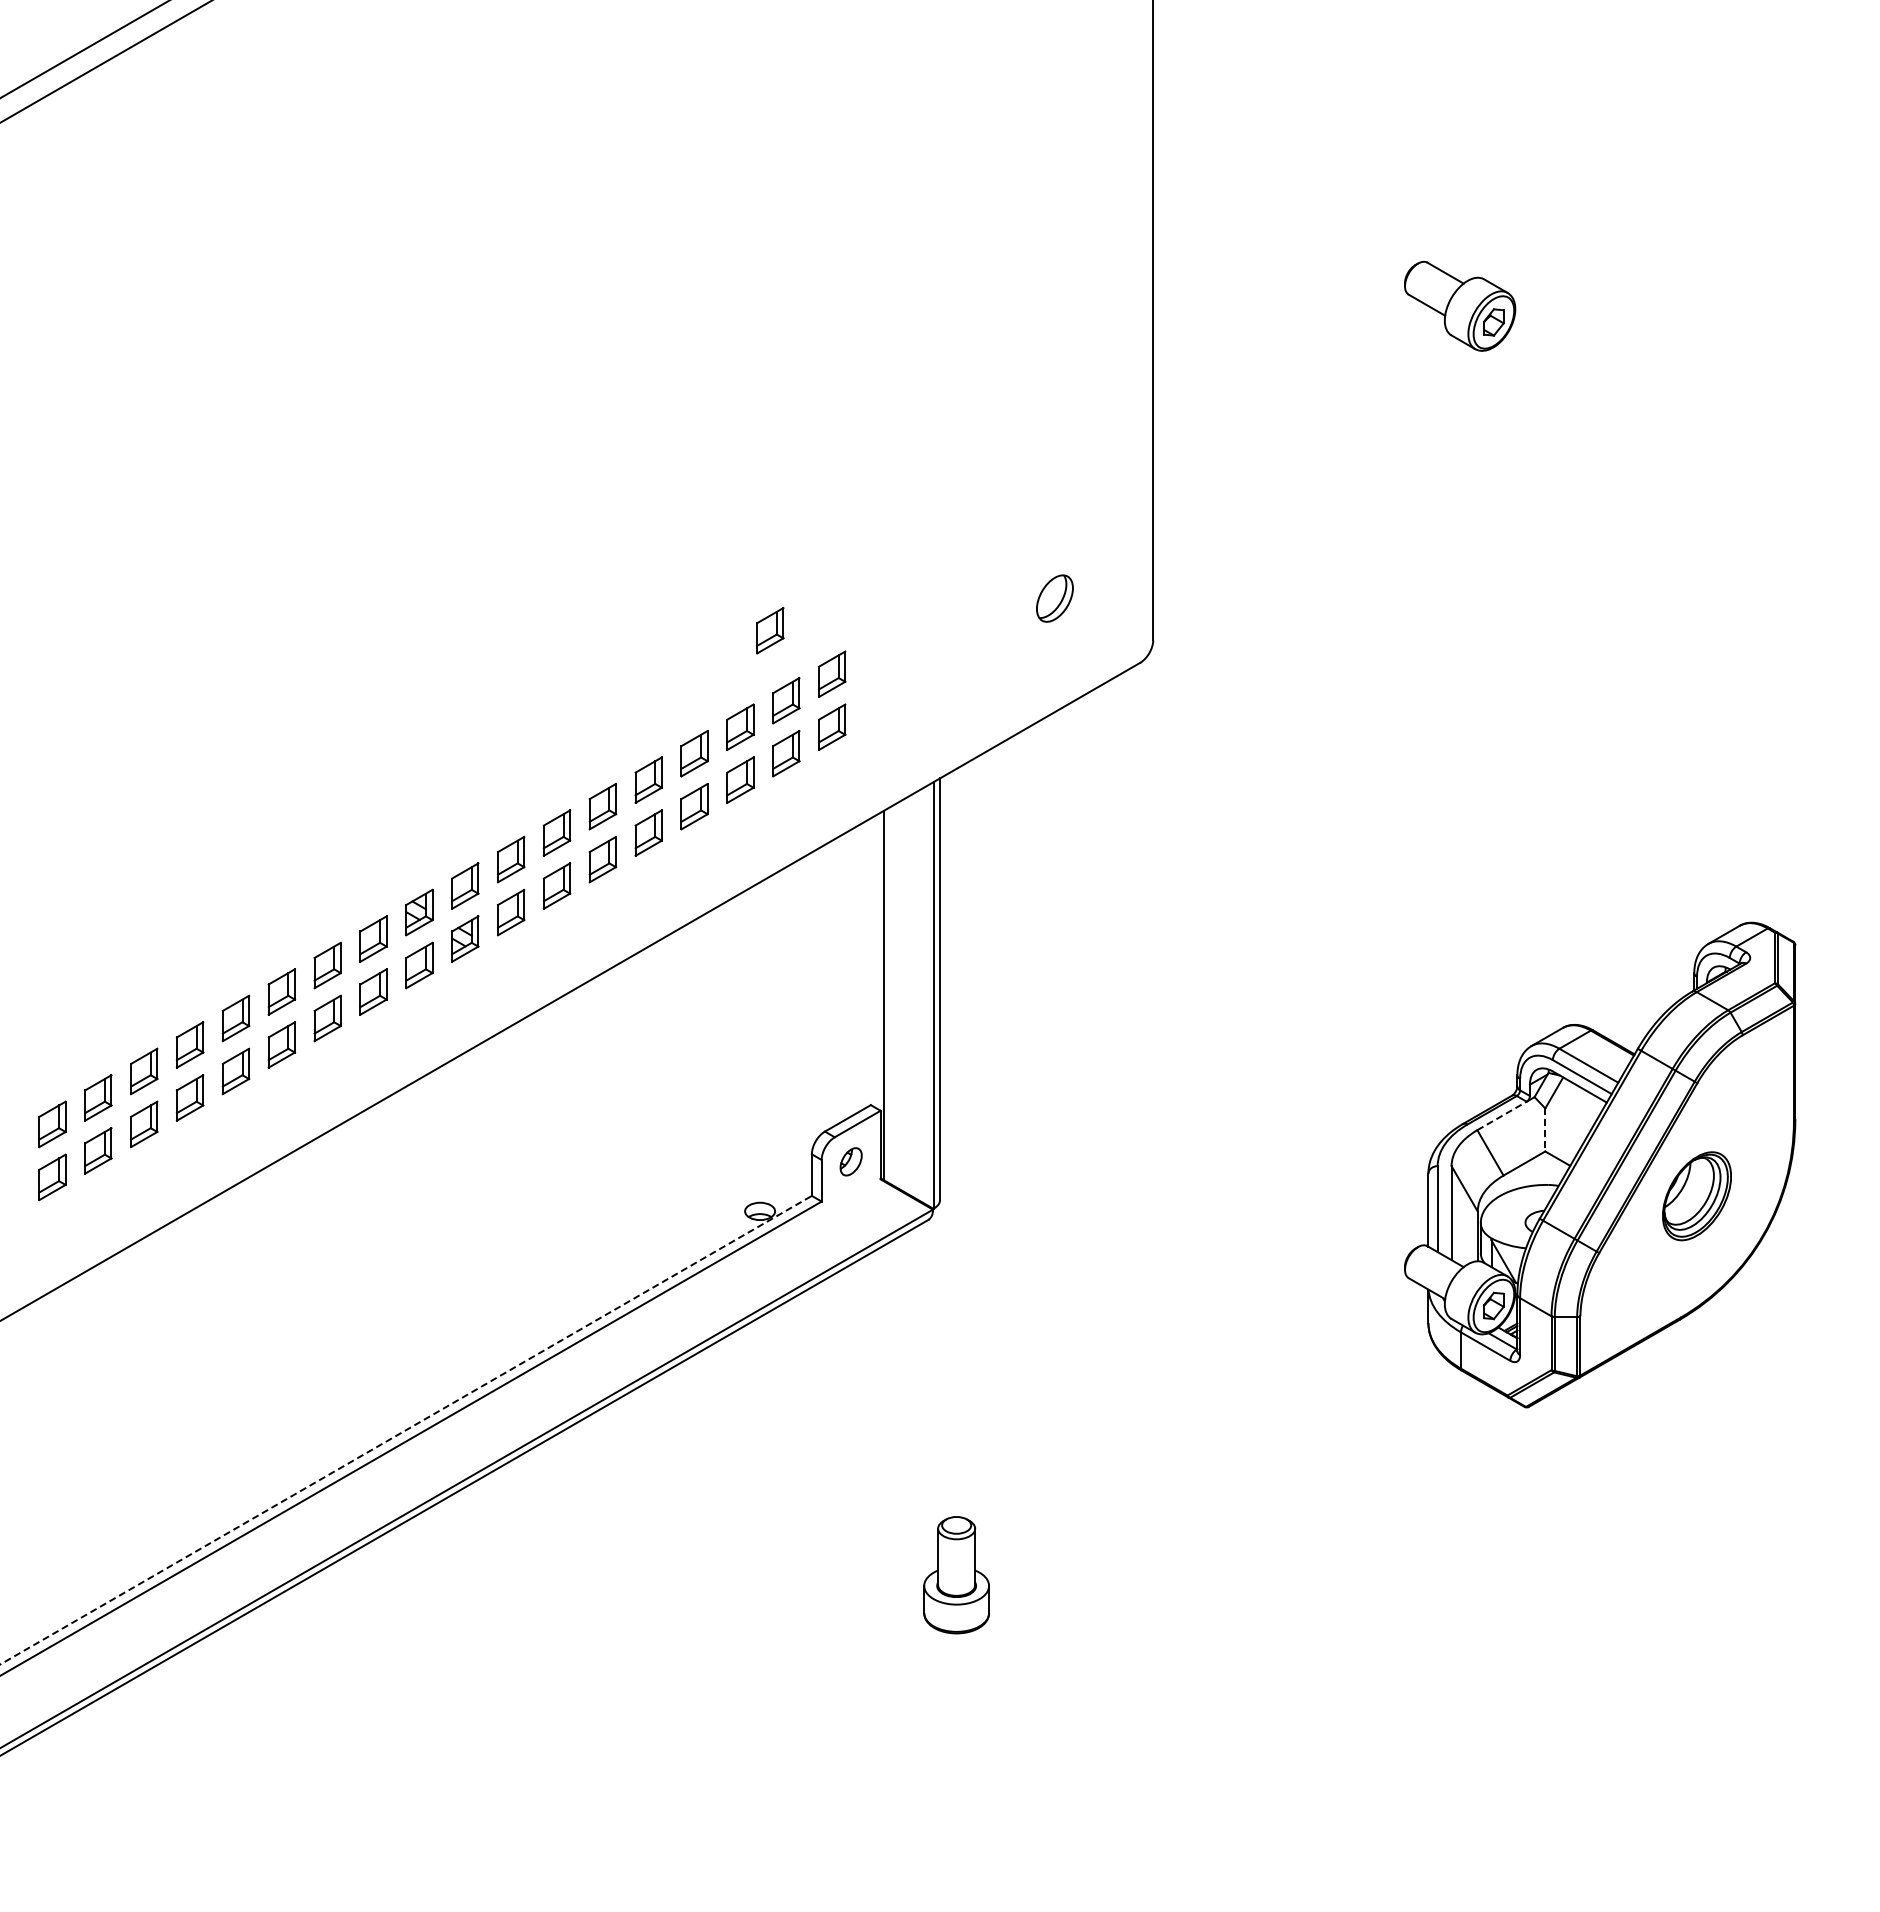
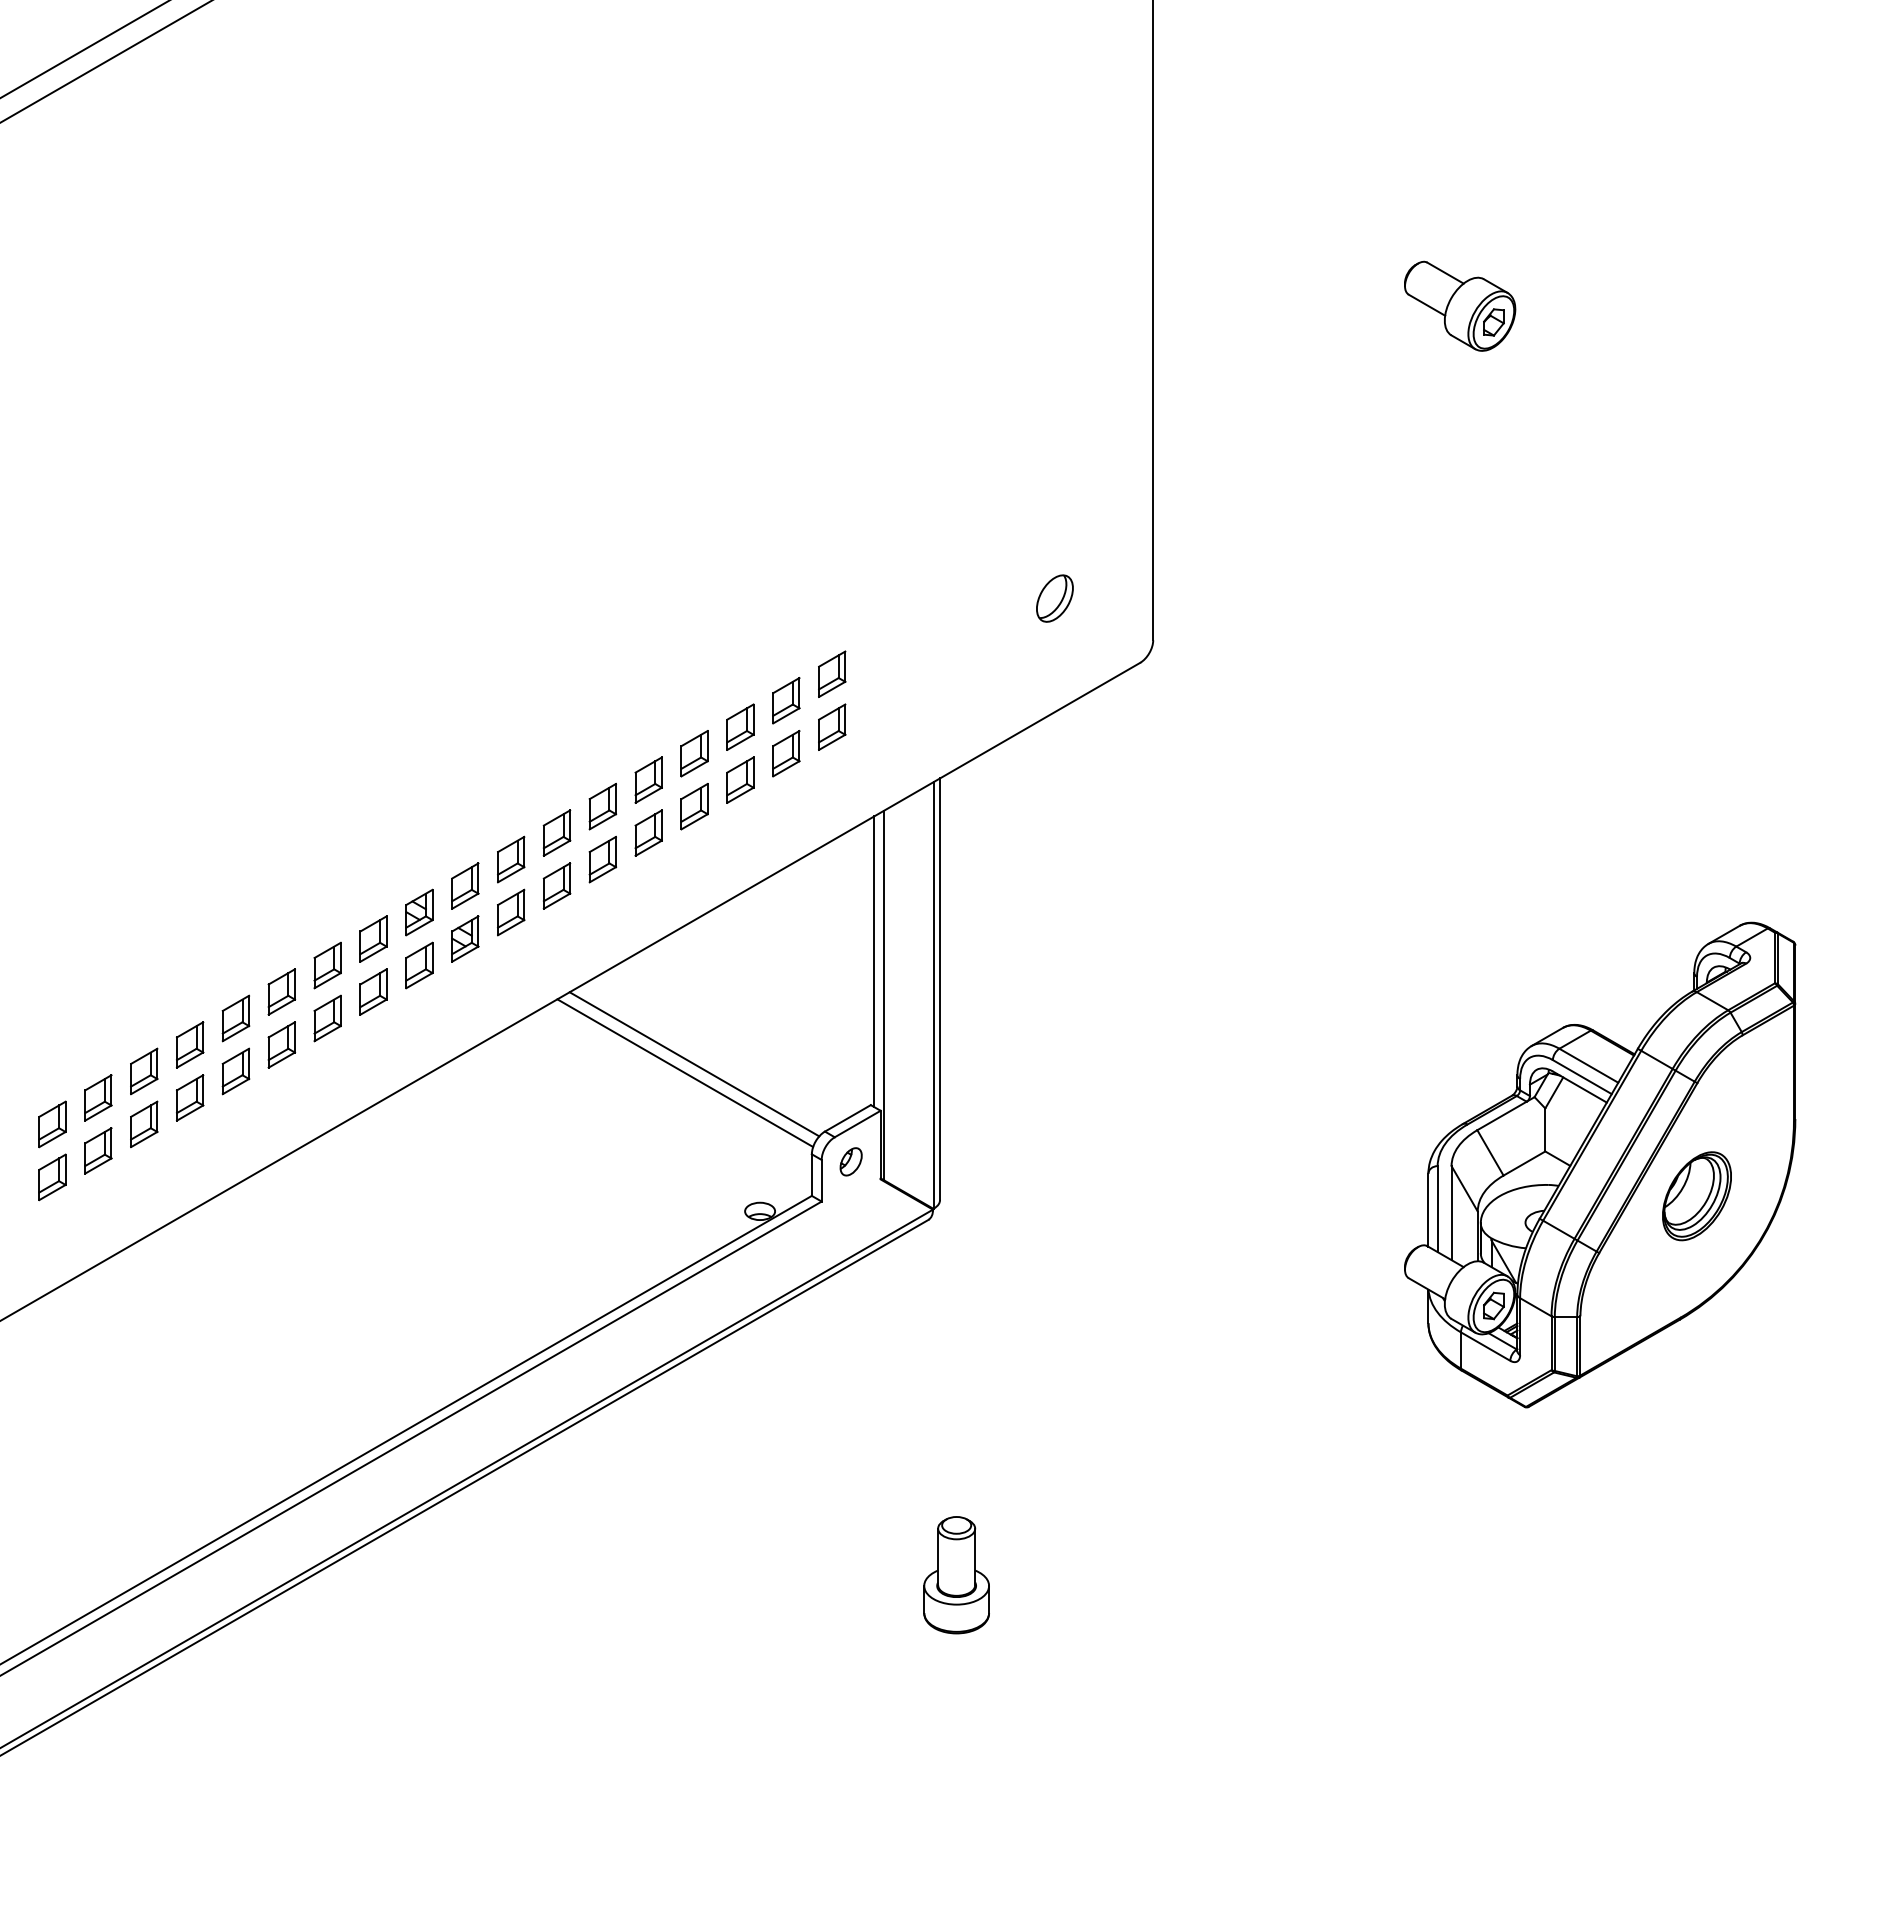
part at (770, 630): present -> none
line at (874, 961): none -> present
line at (694, 1064): none -> present
line at (685, 1073): none -> present
line at (1502, 1115): dashed -> solid
line at (1545, 1129): dashed -> solid
line at (406, 1429): dashed -> solid
